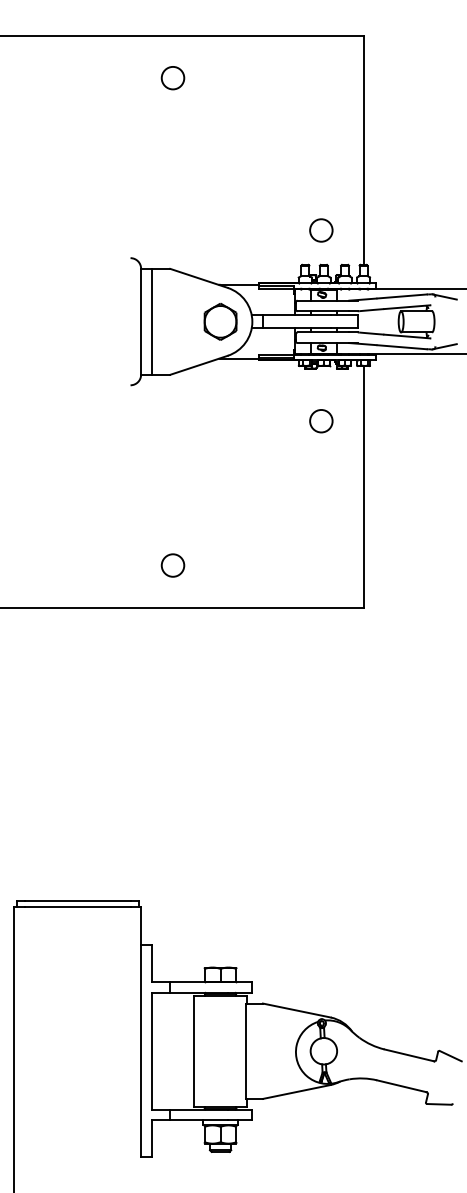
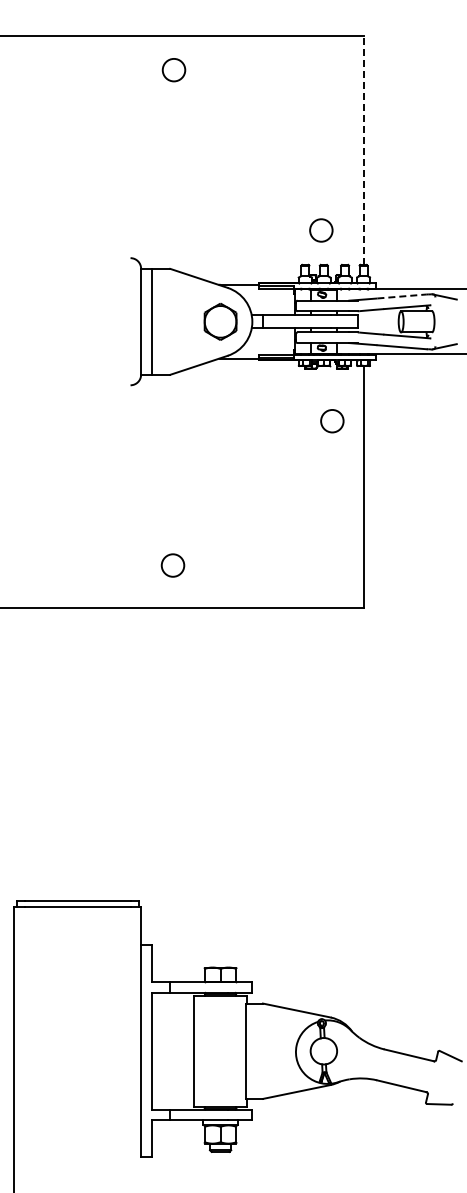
circle at (172, 78) position: (172, 78) -> (173, 70)
line at (363, 150): solid -> dashed
line at (402, 296): solid -> dashed
circle at (321, 421) position: (321, 421) -> (332, 421)
